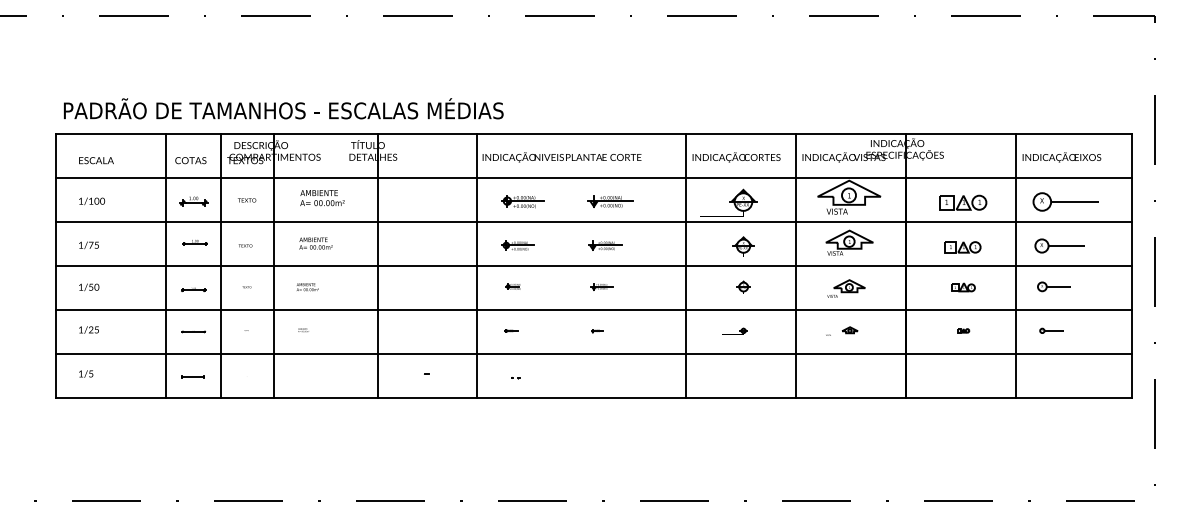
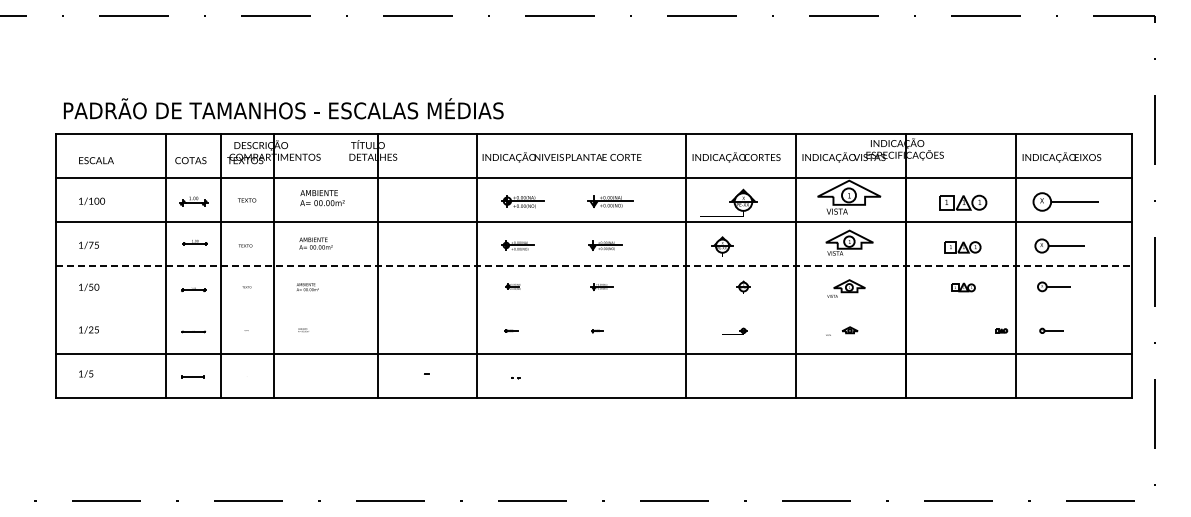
part at (743, 246) position: (743, 246) -> (722, 246)
line at (594, 265): solid -> dashed
line at (594, 309): present -> none
part at (963, 330) position: (963, 330) -> (1001, 330)
